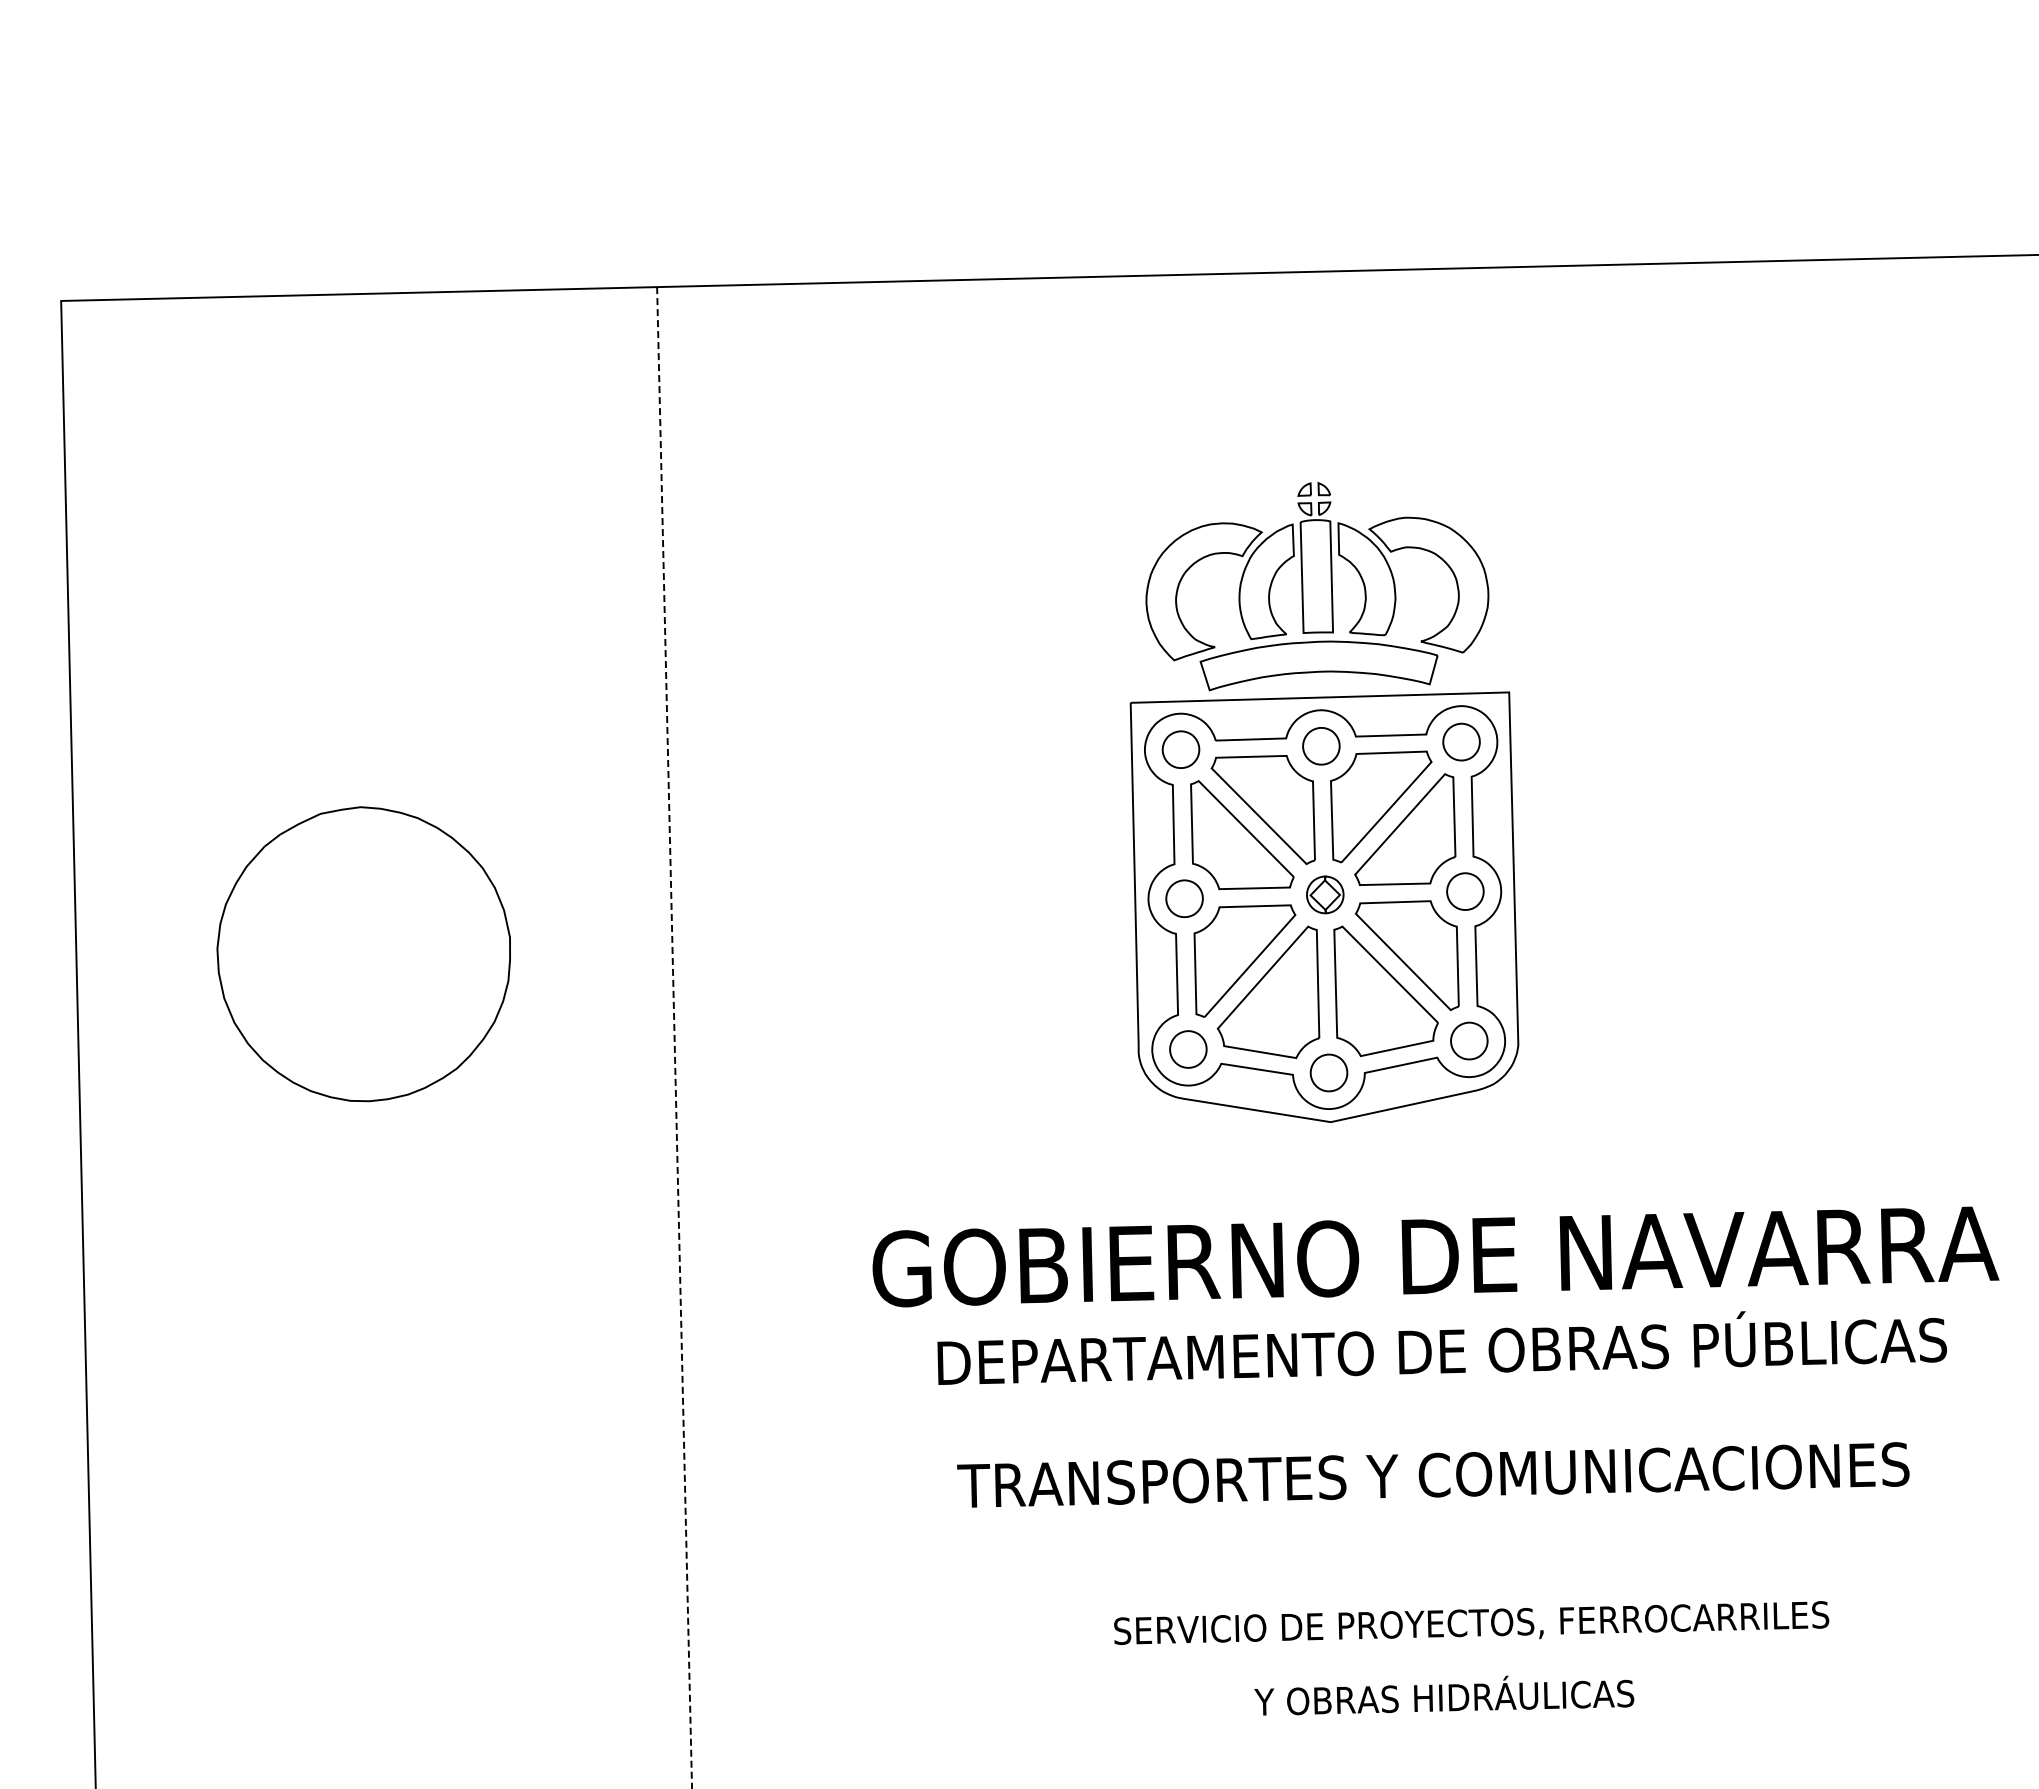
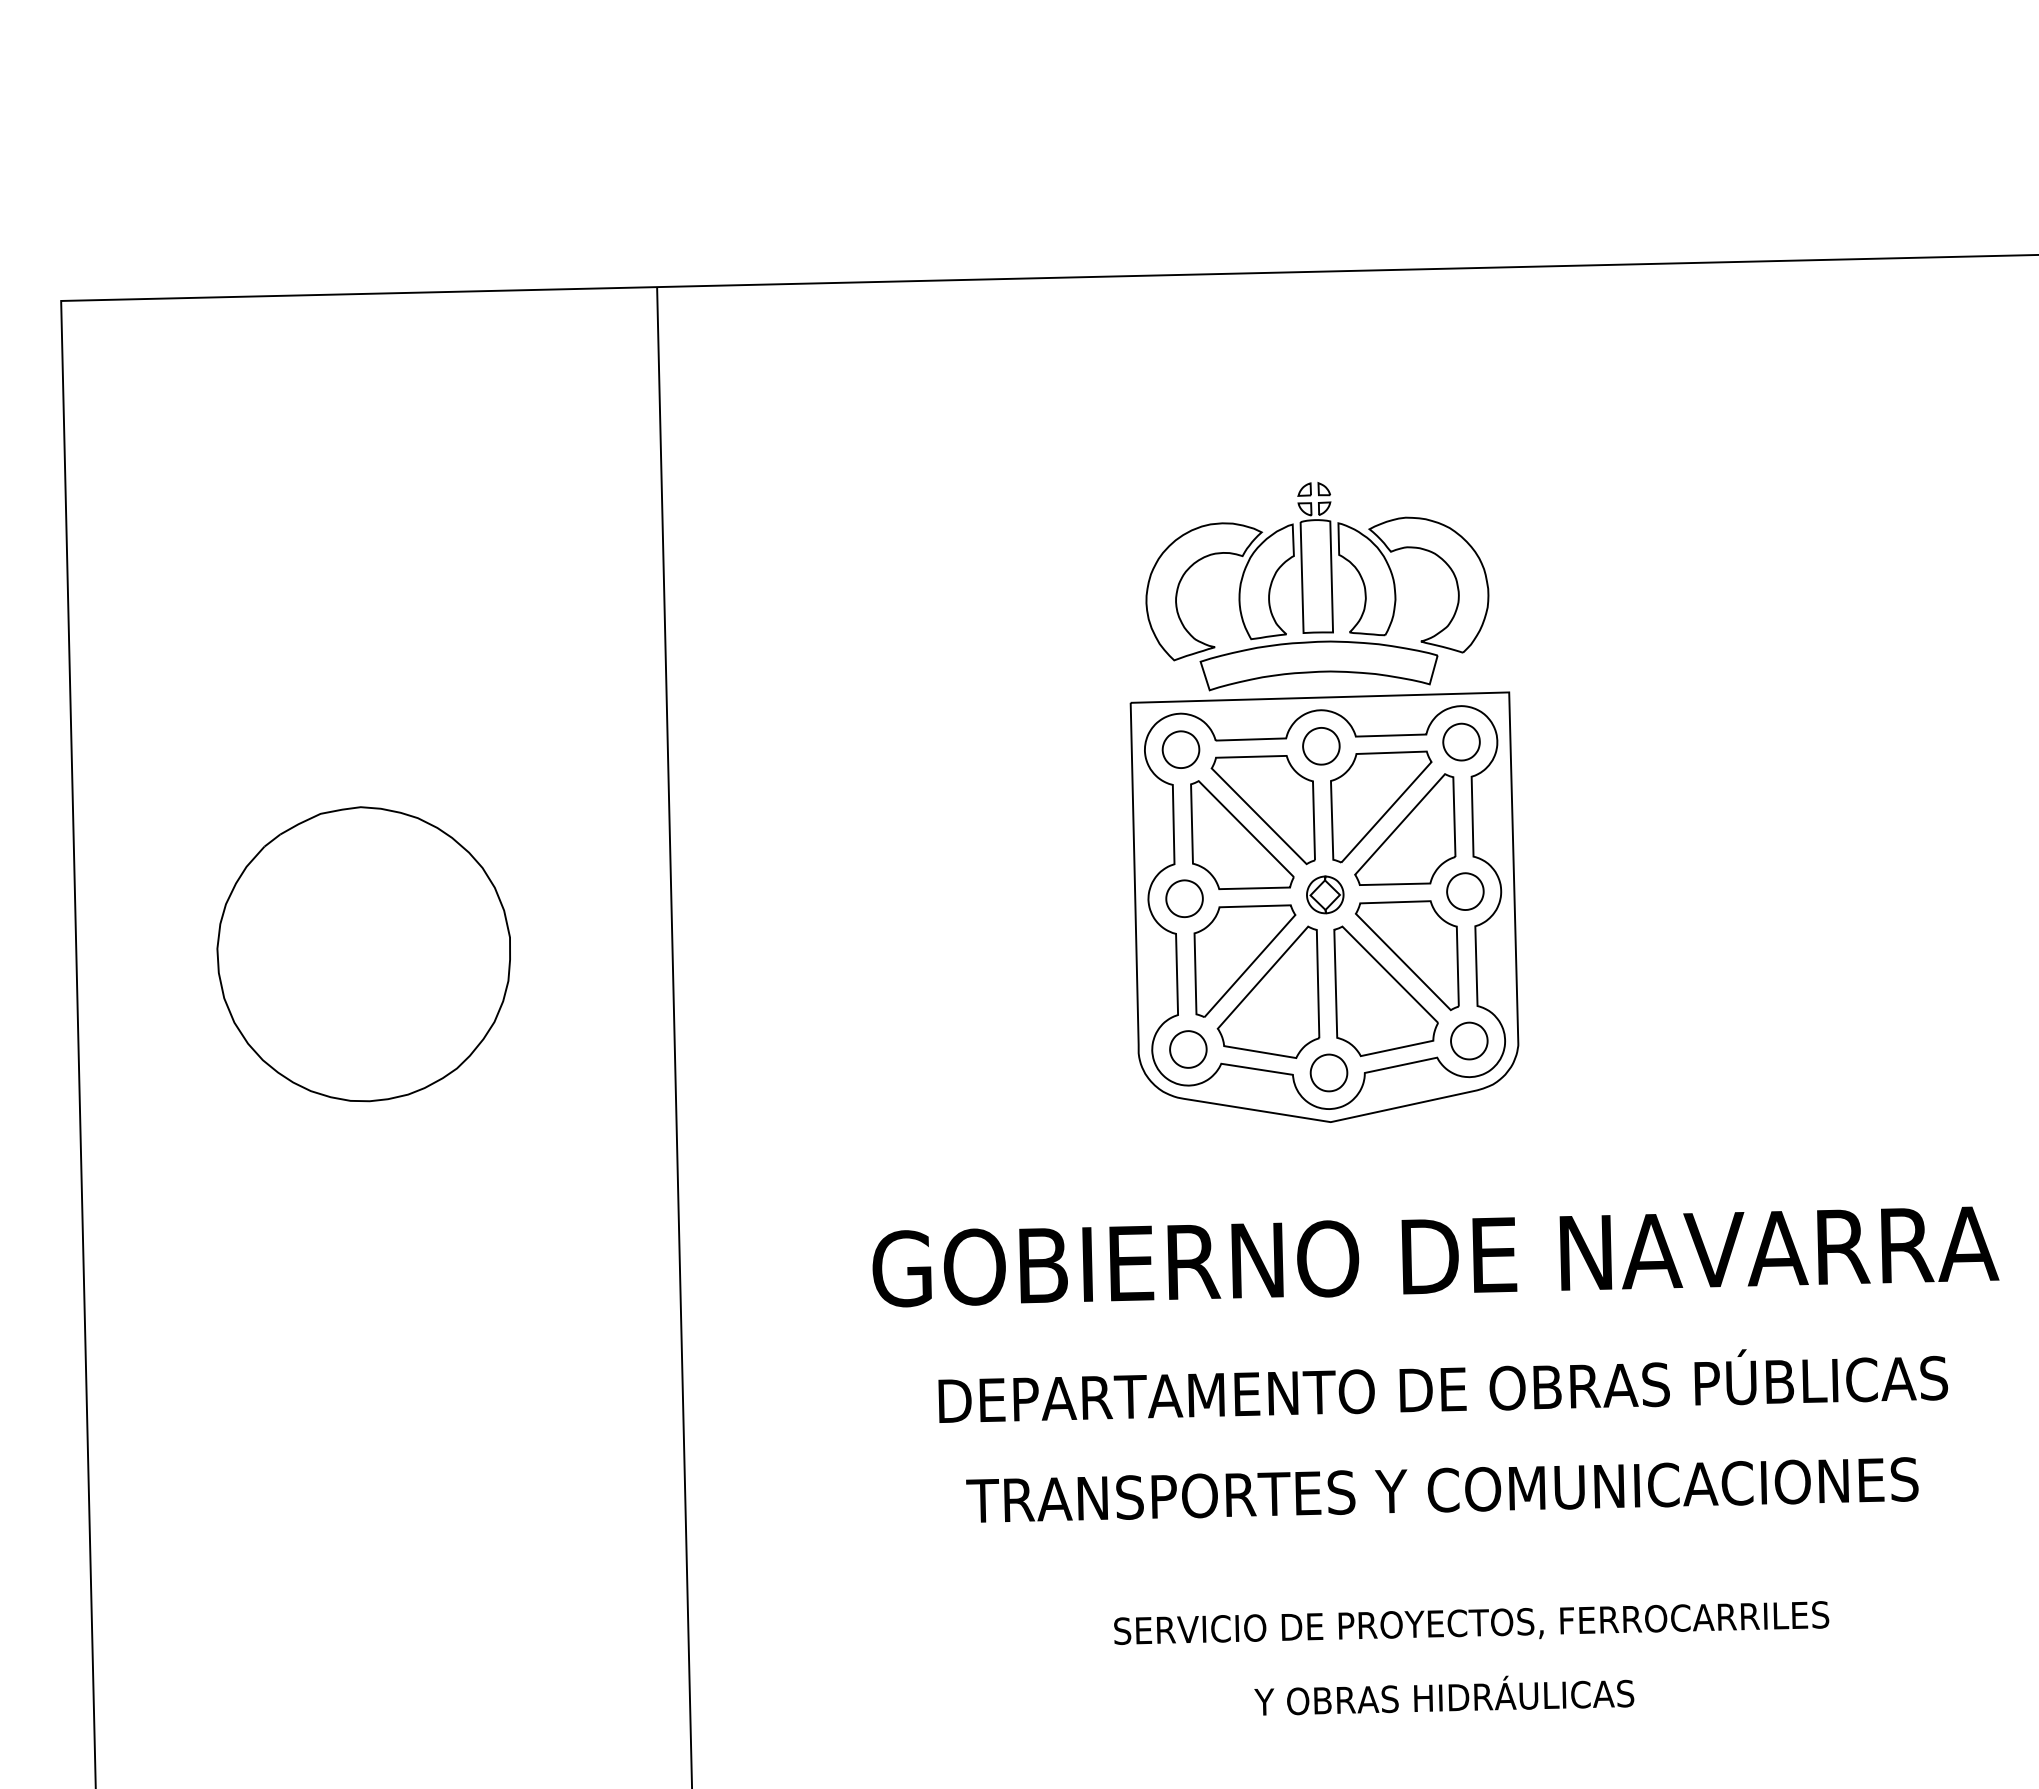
line at (674, 1037): dashed -> solid
text at (1441, 1347) position: (1441, 1347) -> (1442, 1385)
text at (1433, 1474) position: (1433, 1474) -> (1442, 1489)
